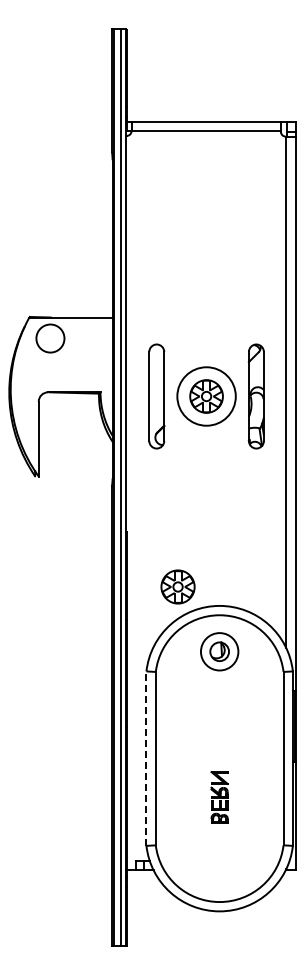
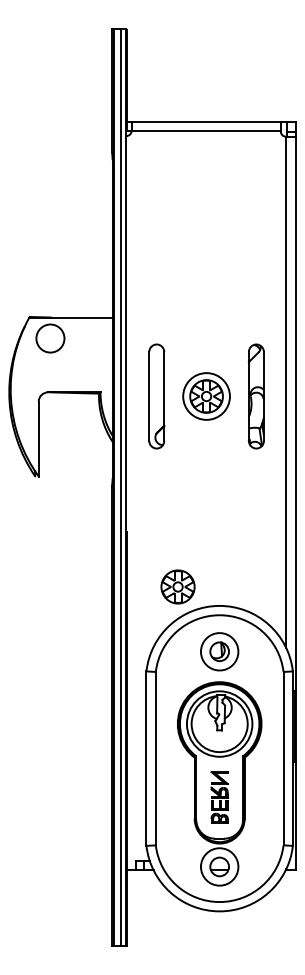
circle at (206, 396) diameter: 58 px -> 47 px
line at (146, 758): dashed -> solid
part at (219, 783): none -> present
